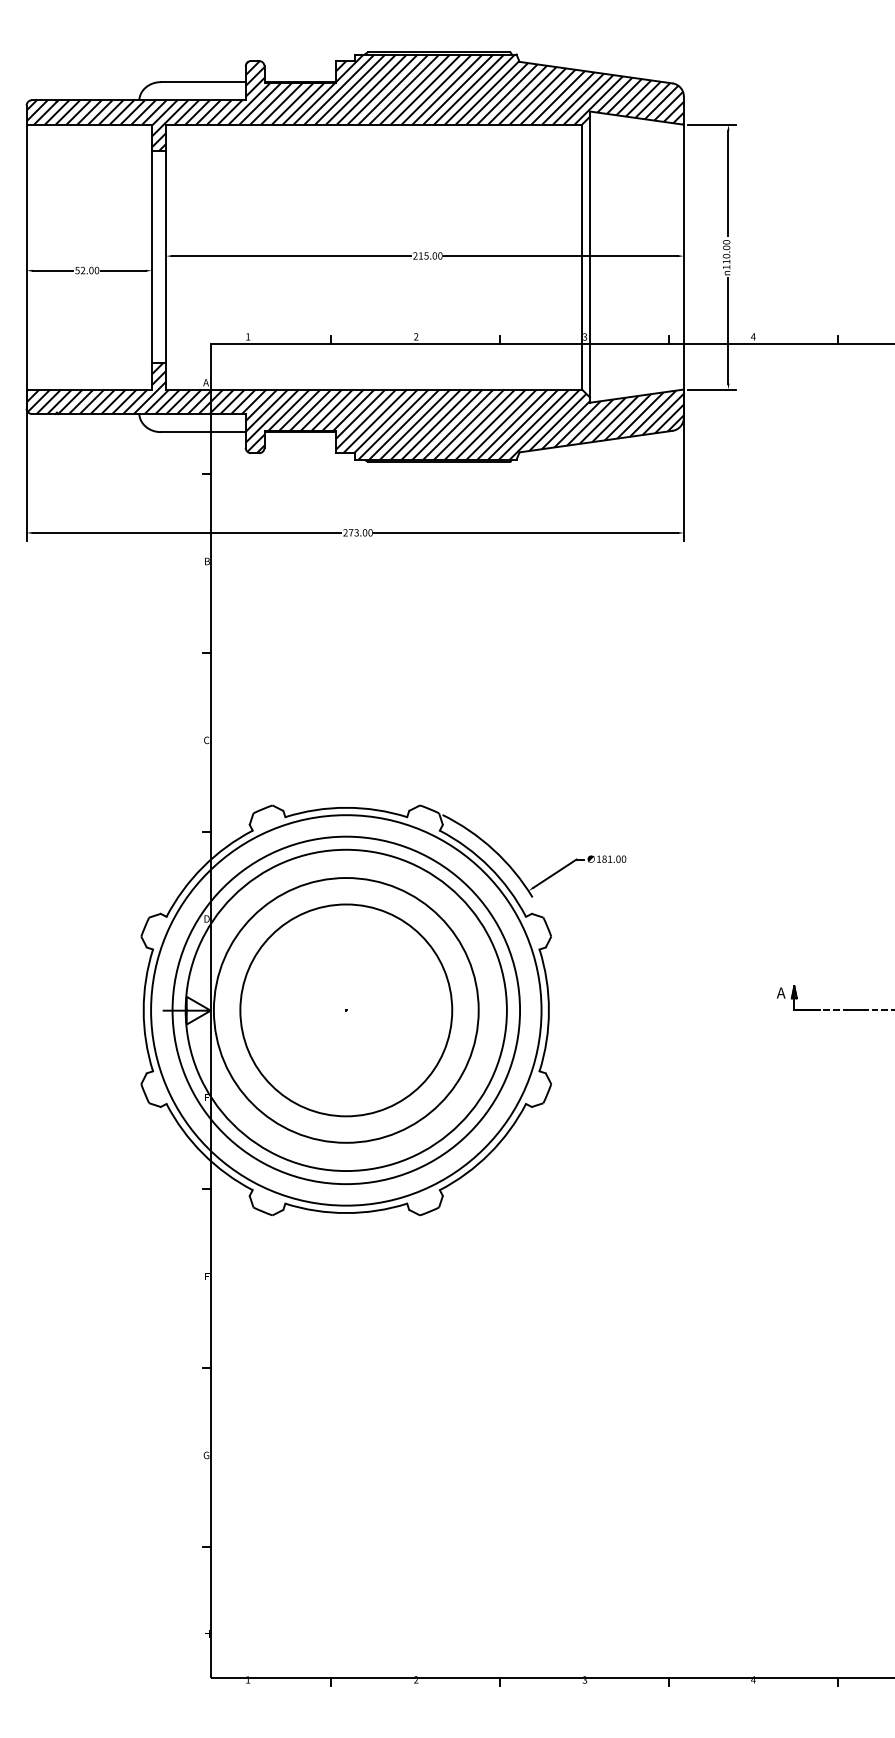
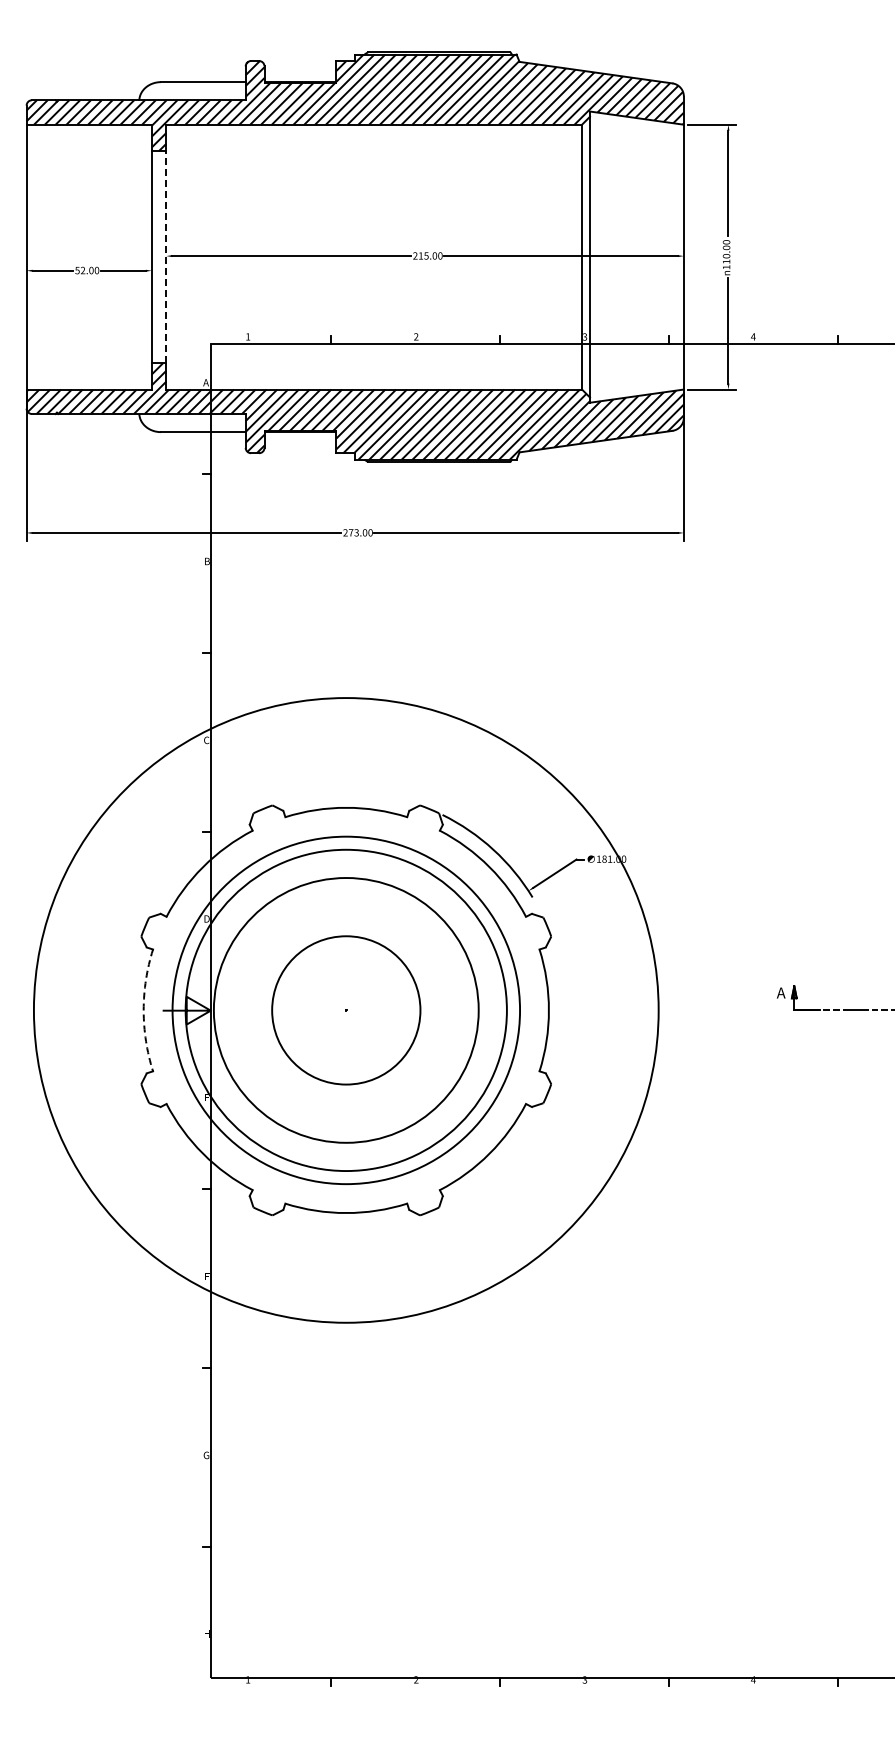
line at (166, 257): solid -> dashed
arc at (143, 1010): solid -> dashed
circle at (346, 1010) diameter: 212 px -> 148 px
circle at (346, 1010) diameter: 390 px -> 625 px
